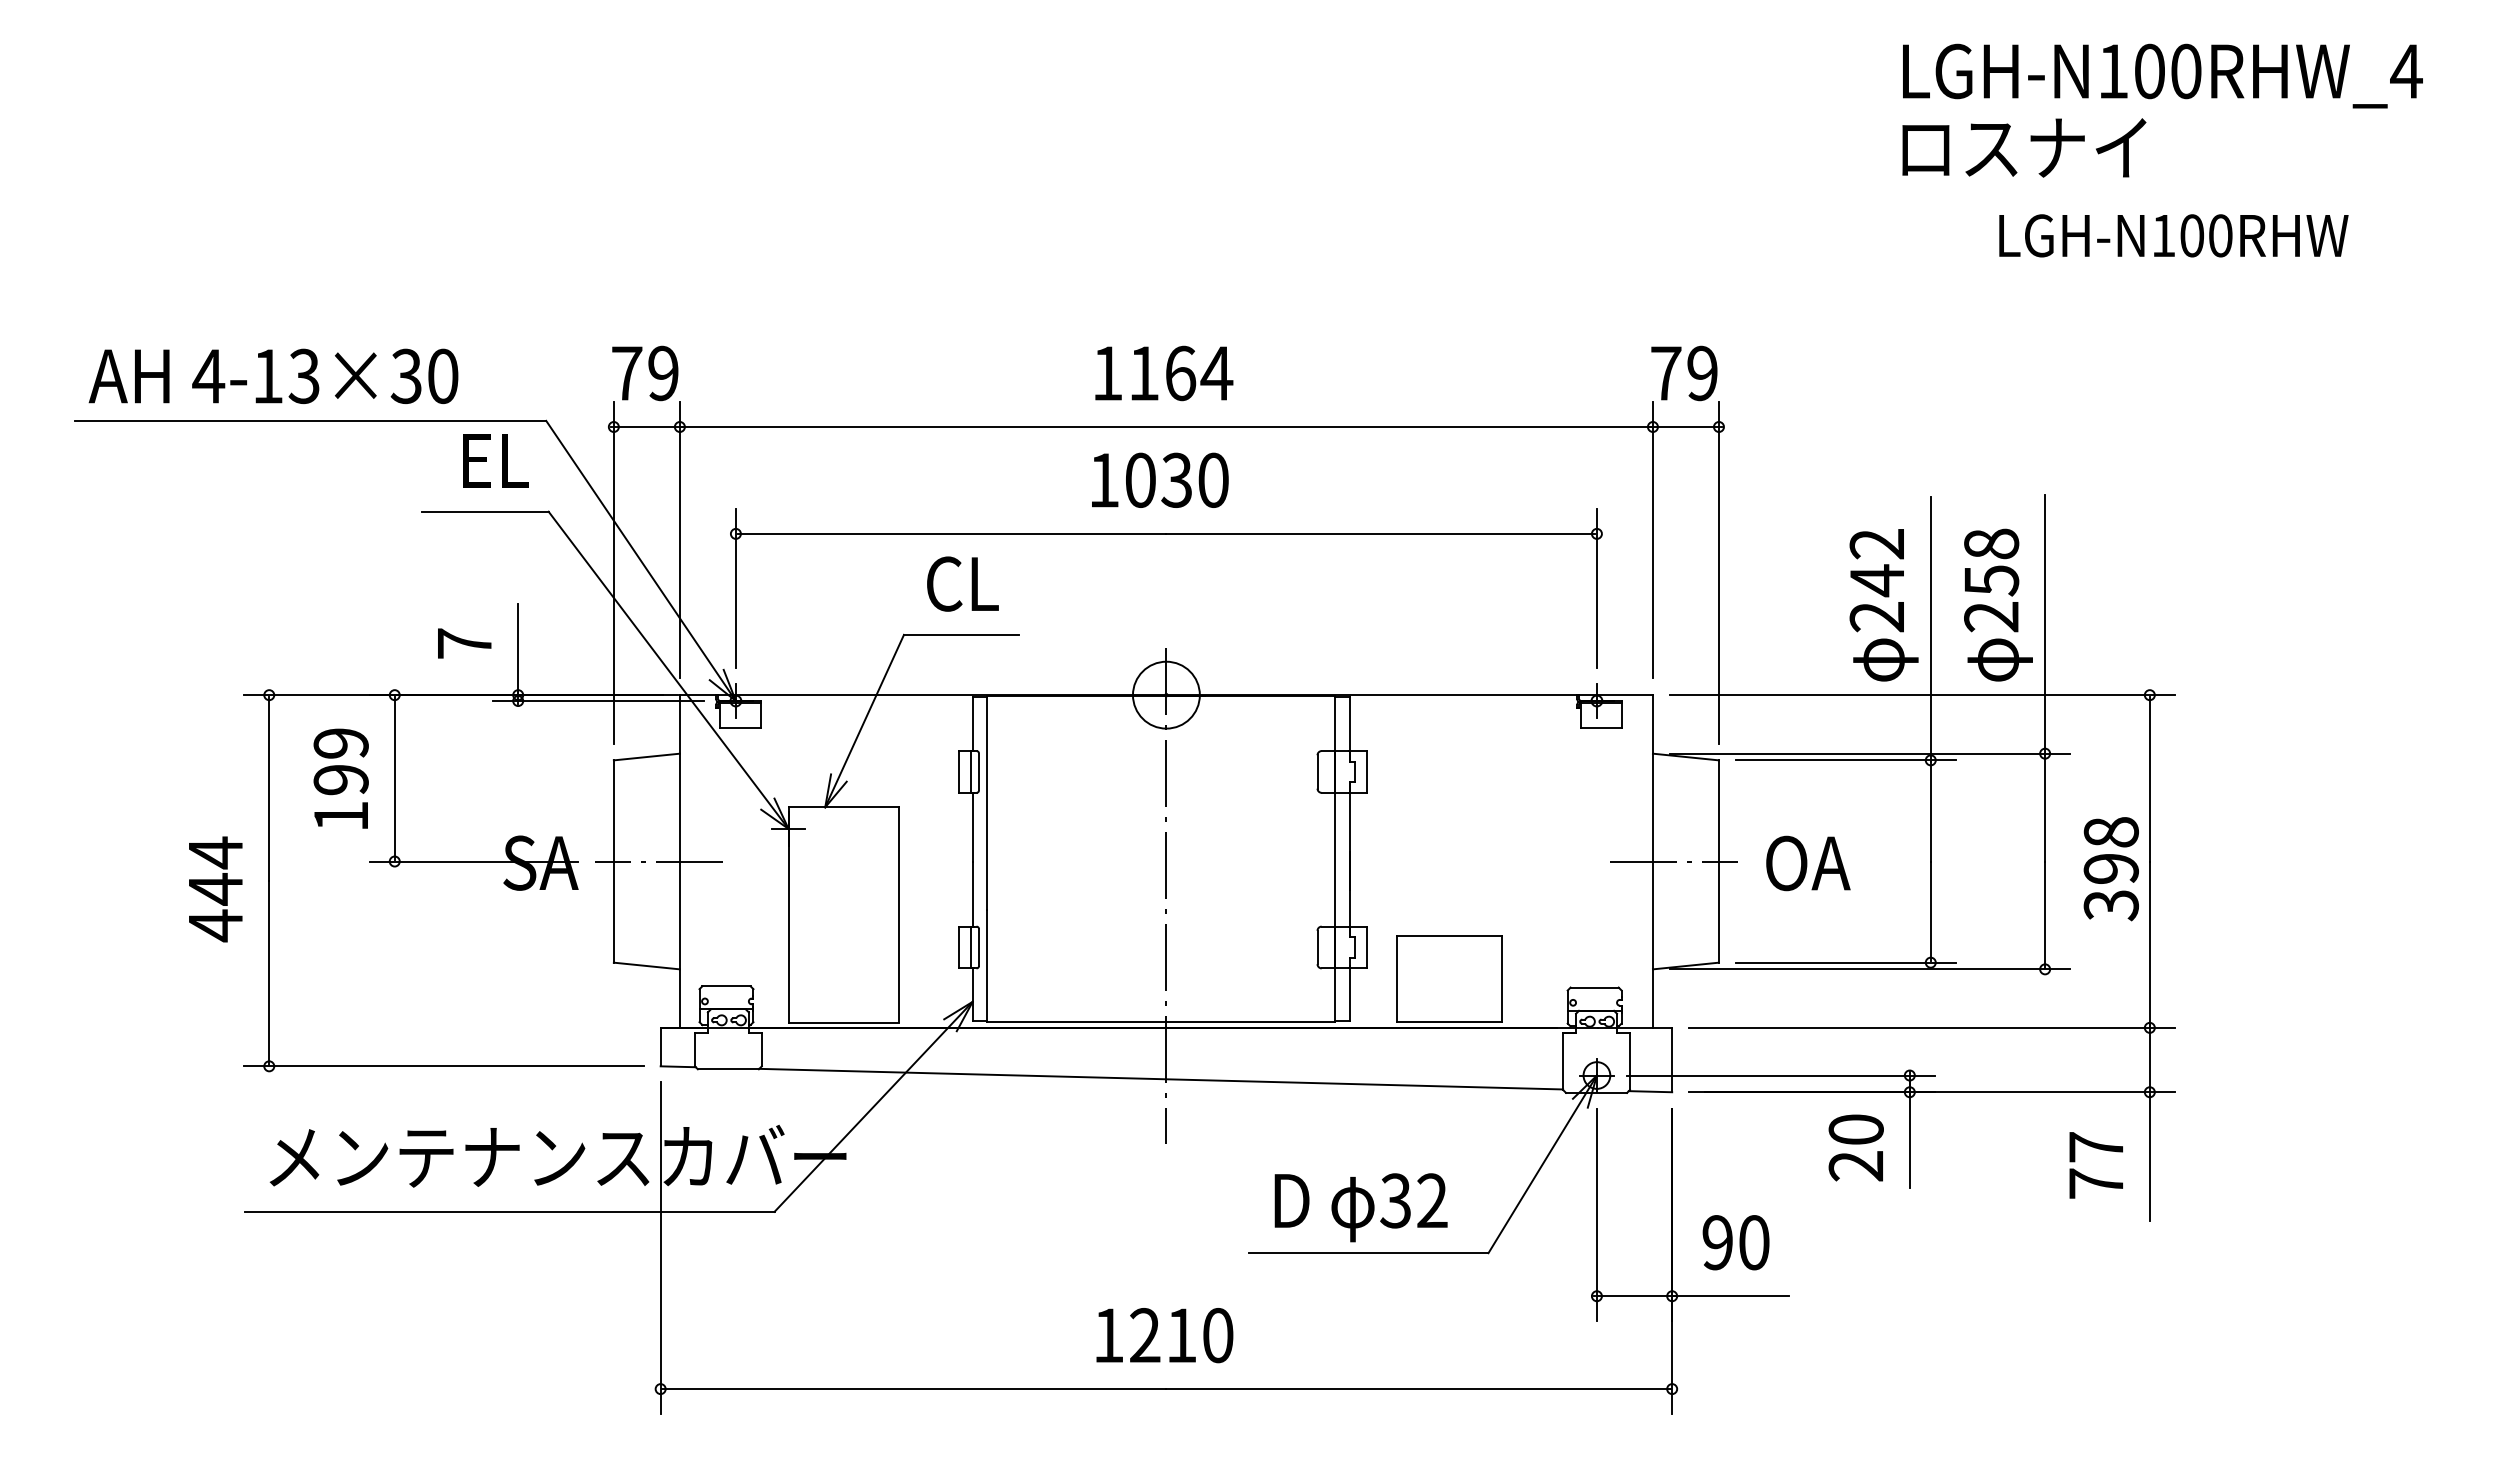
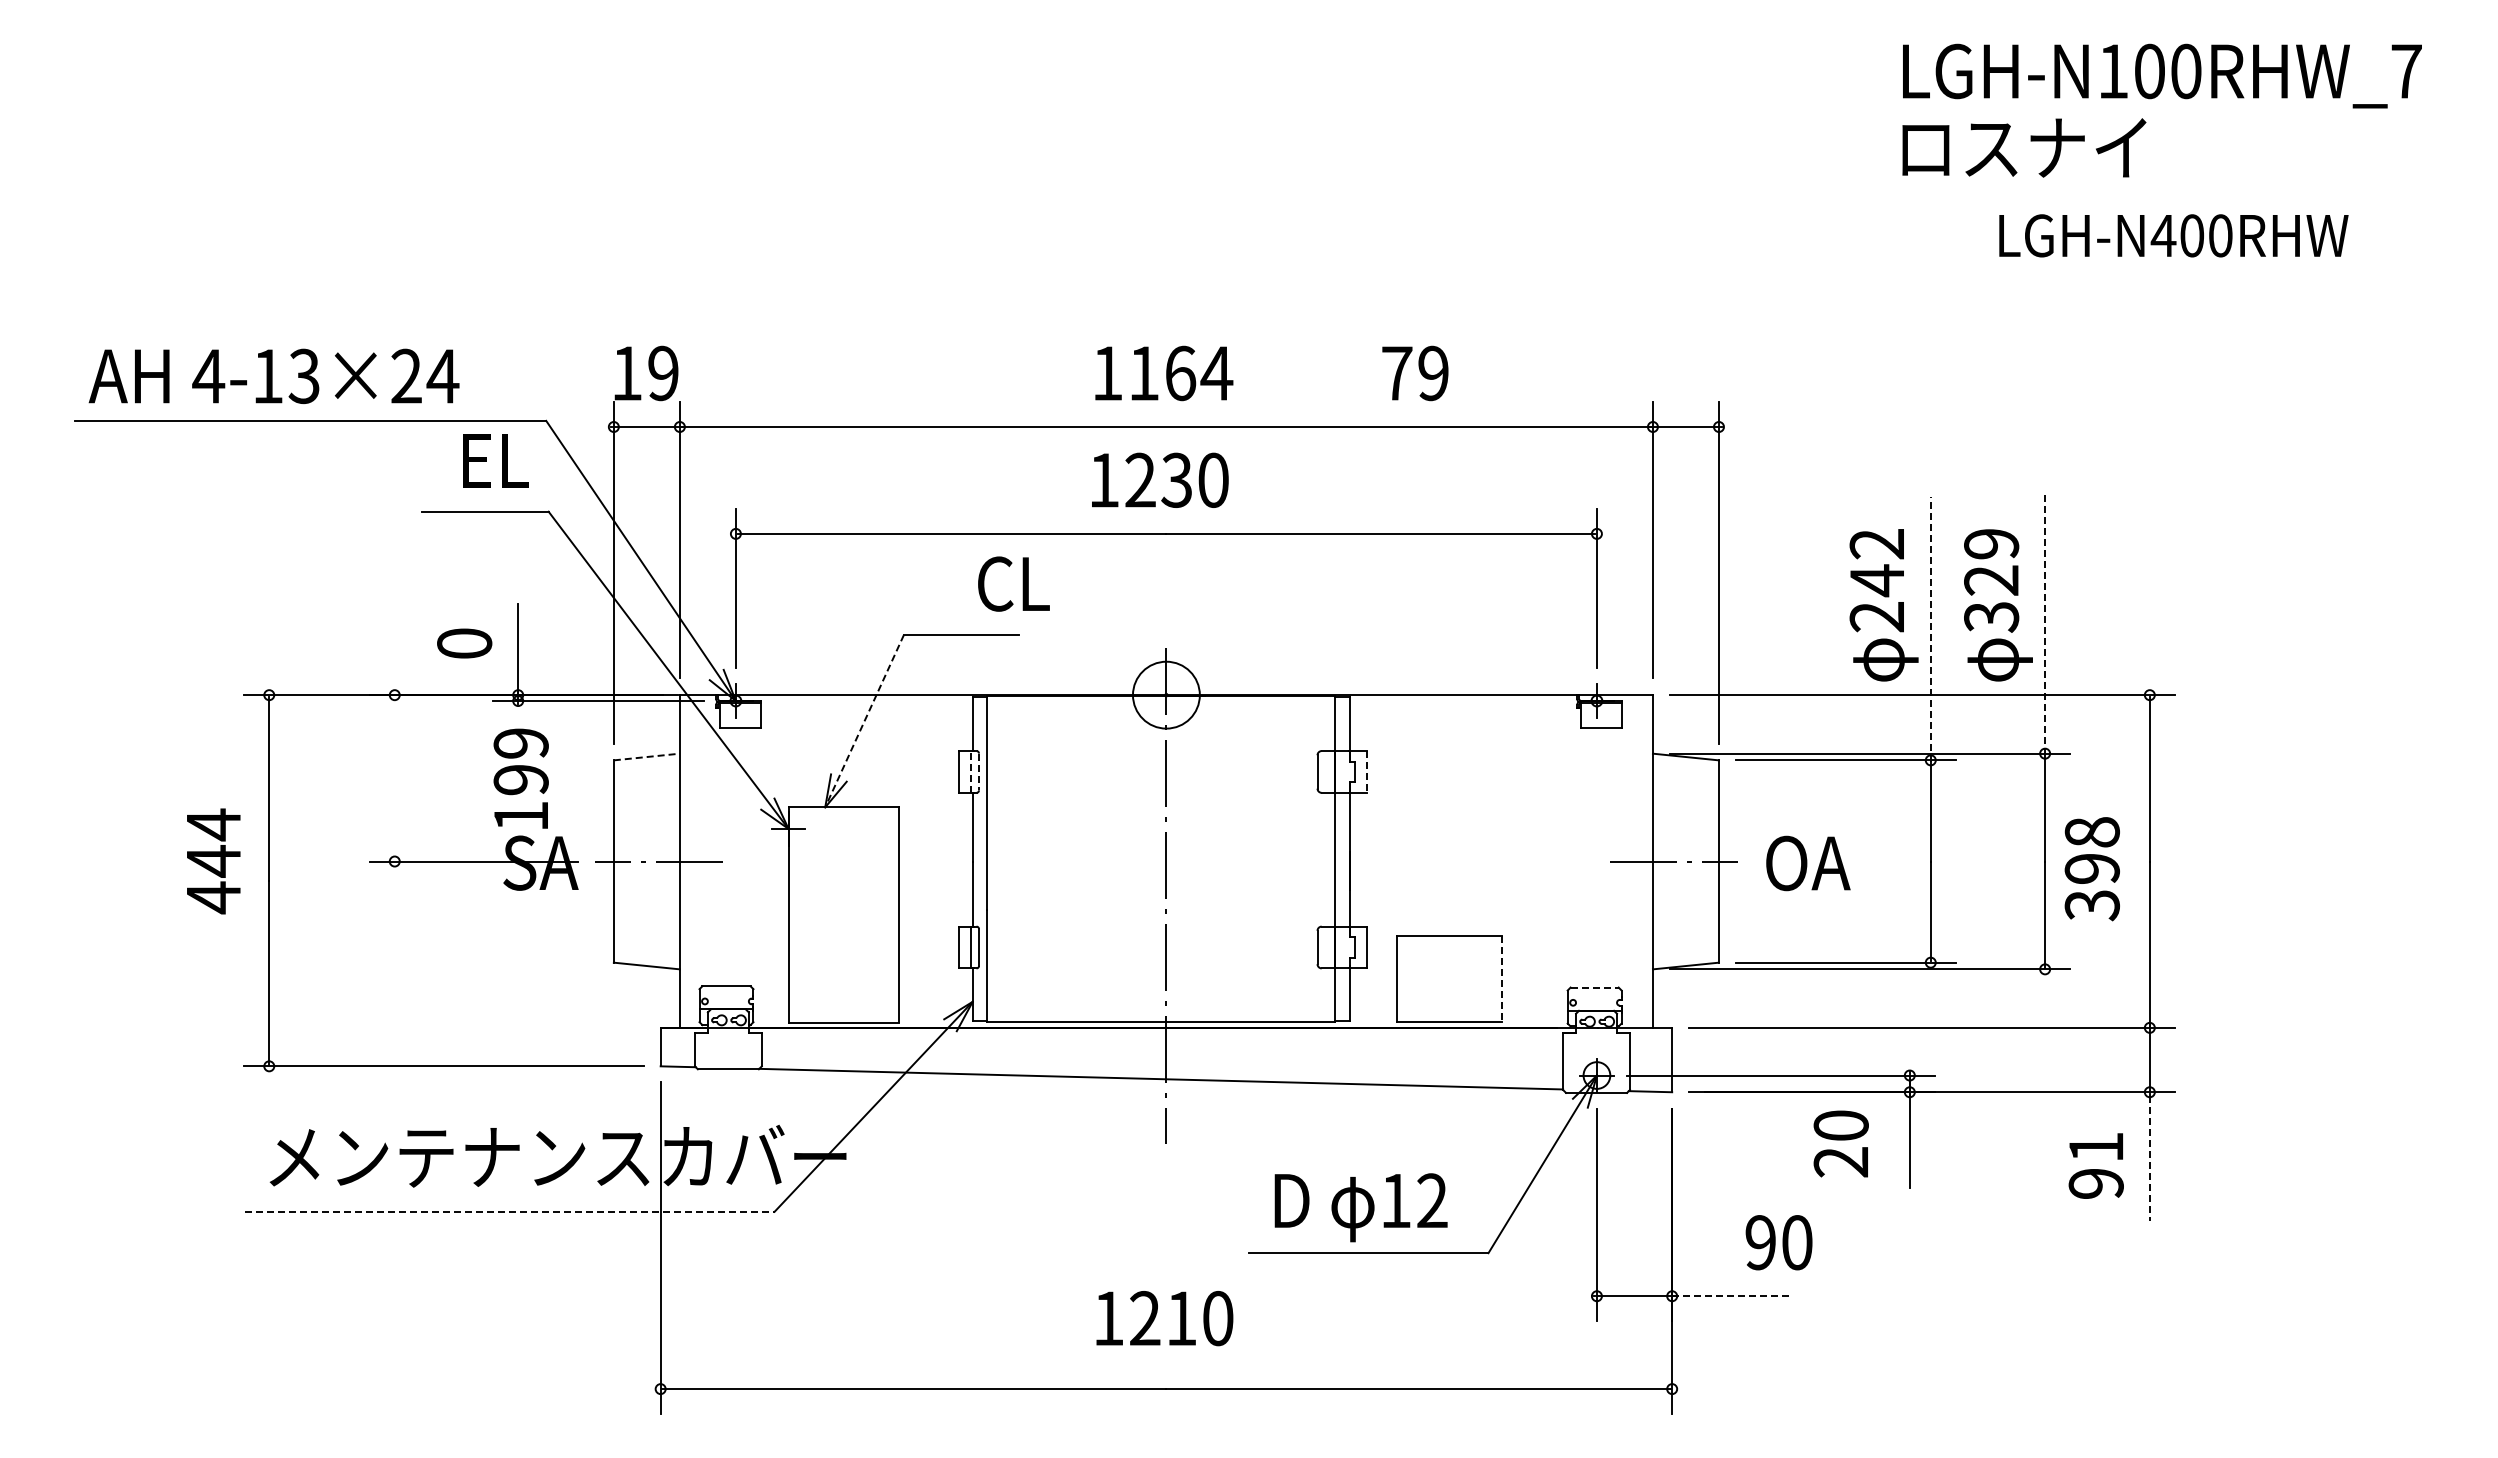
text at (2406, 71): LGH-N100RHW_4 -> LGH-N100RHW_7
text at (2163, 235): LGH-N100RHW -> LGH-N400RHW
text at (627, 373): 79 -> 19
text at (1684, 373) position: (1684, 373) -> (1415, 373)
text at (424, 376): 4-13×30 -> 4-13×24
text at (1140, 479): 1030 -> 1230
text at (1991, 580): 258 -> 329
text at (962, 583) position: (962, 583) -> (1013, 583)
line at (2045, 624): solid -> dashed
line at (1930, 629): solid -> dashed
text at (464, 643): 7 -> 0
line at (864, 721): solid -> dashed
line at (647, 756): solid -> dashed
line at (970, 771): solid -> dashed
line at (1367, 771): solid -> dashed
line at (979, 772): solid -> dashed
line at (394, 777): present -> none
text at (340, 778) position: (340, 778) -> (520, 778)
text at (2110, 869) position: (2110, 869) -> (2091, 869)
text at (215, 889) position: (215, 889) -> (213, 861)
line at (1501, 978): solid -> dashed
line at (1595, 987): solid -> dashed
text at (1855, 1147) position: (1855, 1147) -> (1840, 1143)
line at (2149, 1158): solid -> dashed
text at (2095, 1165): 77 -> 91
text at (1395, 1200): 32 -> 12
line at (509, 1211): solid -> dashed
text at (1735, 1242) position: (1735, 1242) -> (1778, 1242)
line at (1730, 1296): solid -> dashed
text at (1164, 1335) position: (1164, 1335) -> (1164, 1318)
